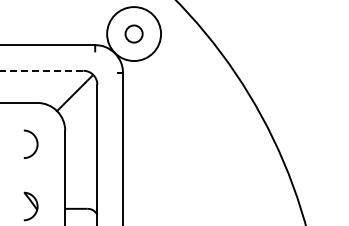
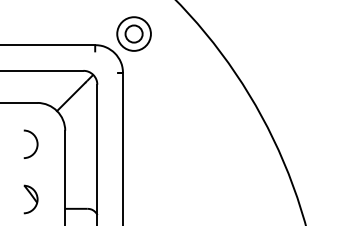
circle at (134, 34) diameter: 54 px -> 34 px
line at (41, 70): dashed -> solid
part at (30, 206) position: (30, 206) -> (30, 199)
